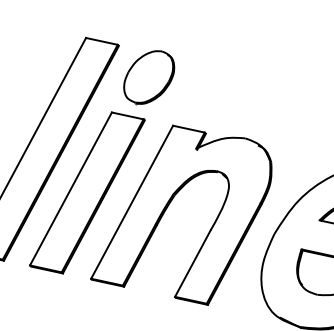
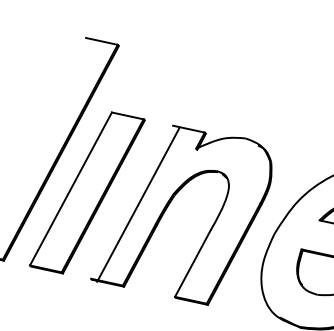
part at (149, 77): present -> none
line at (44, 115): present -> none
line at (132, 201) position: (132, 201) -> (138, 204)
